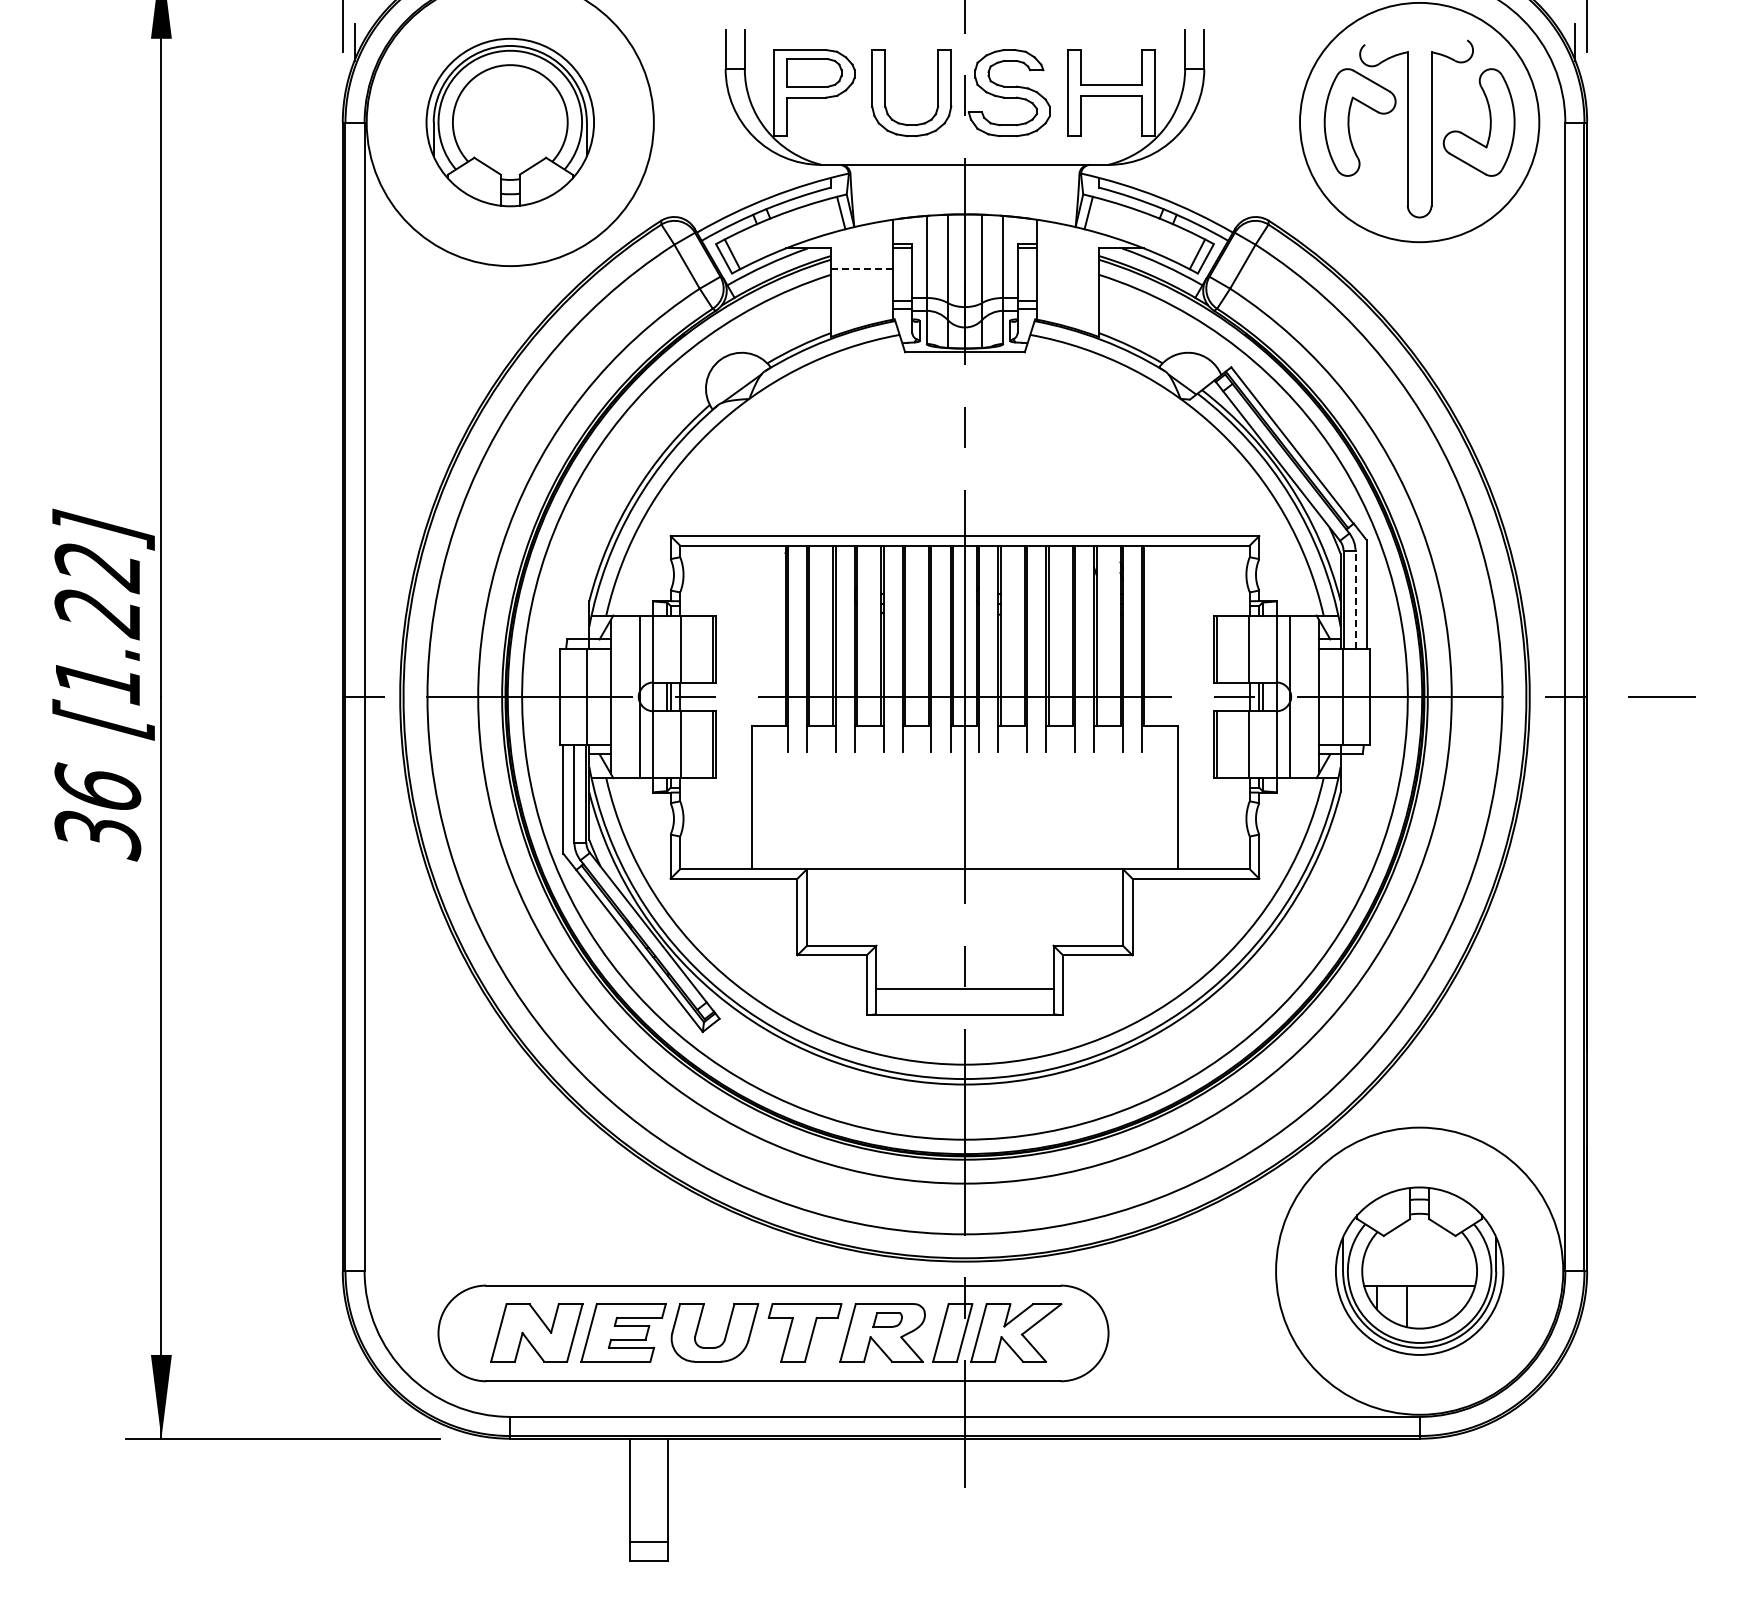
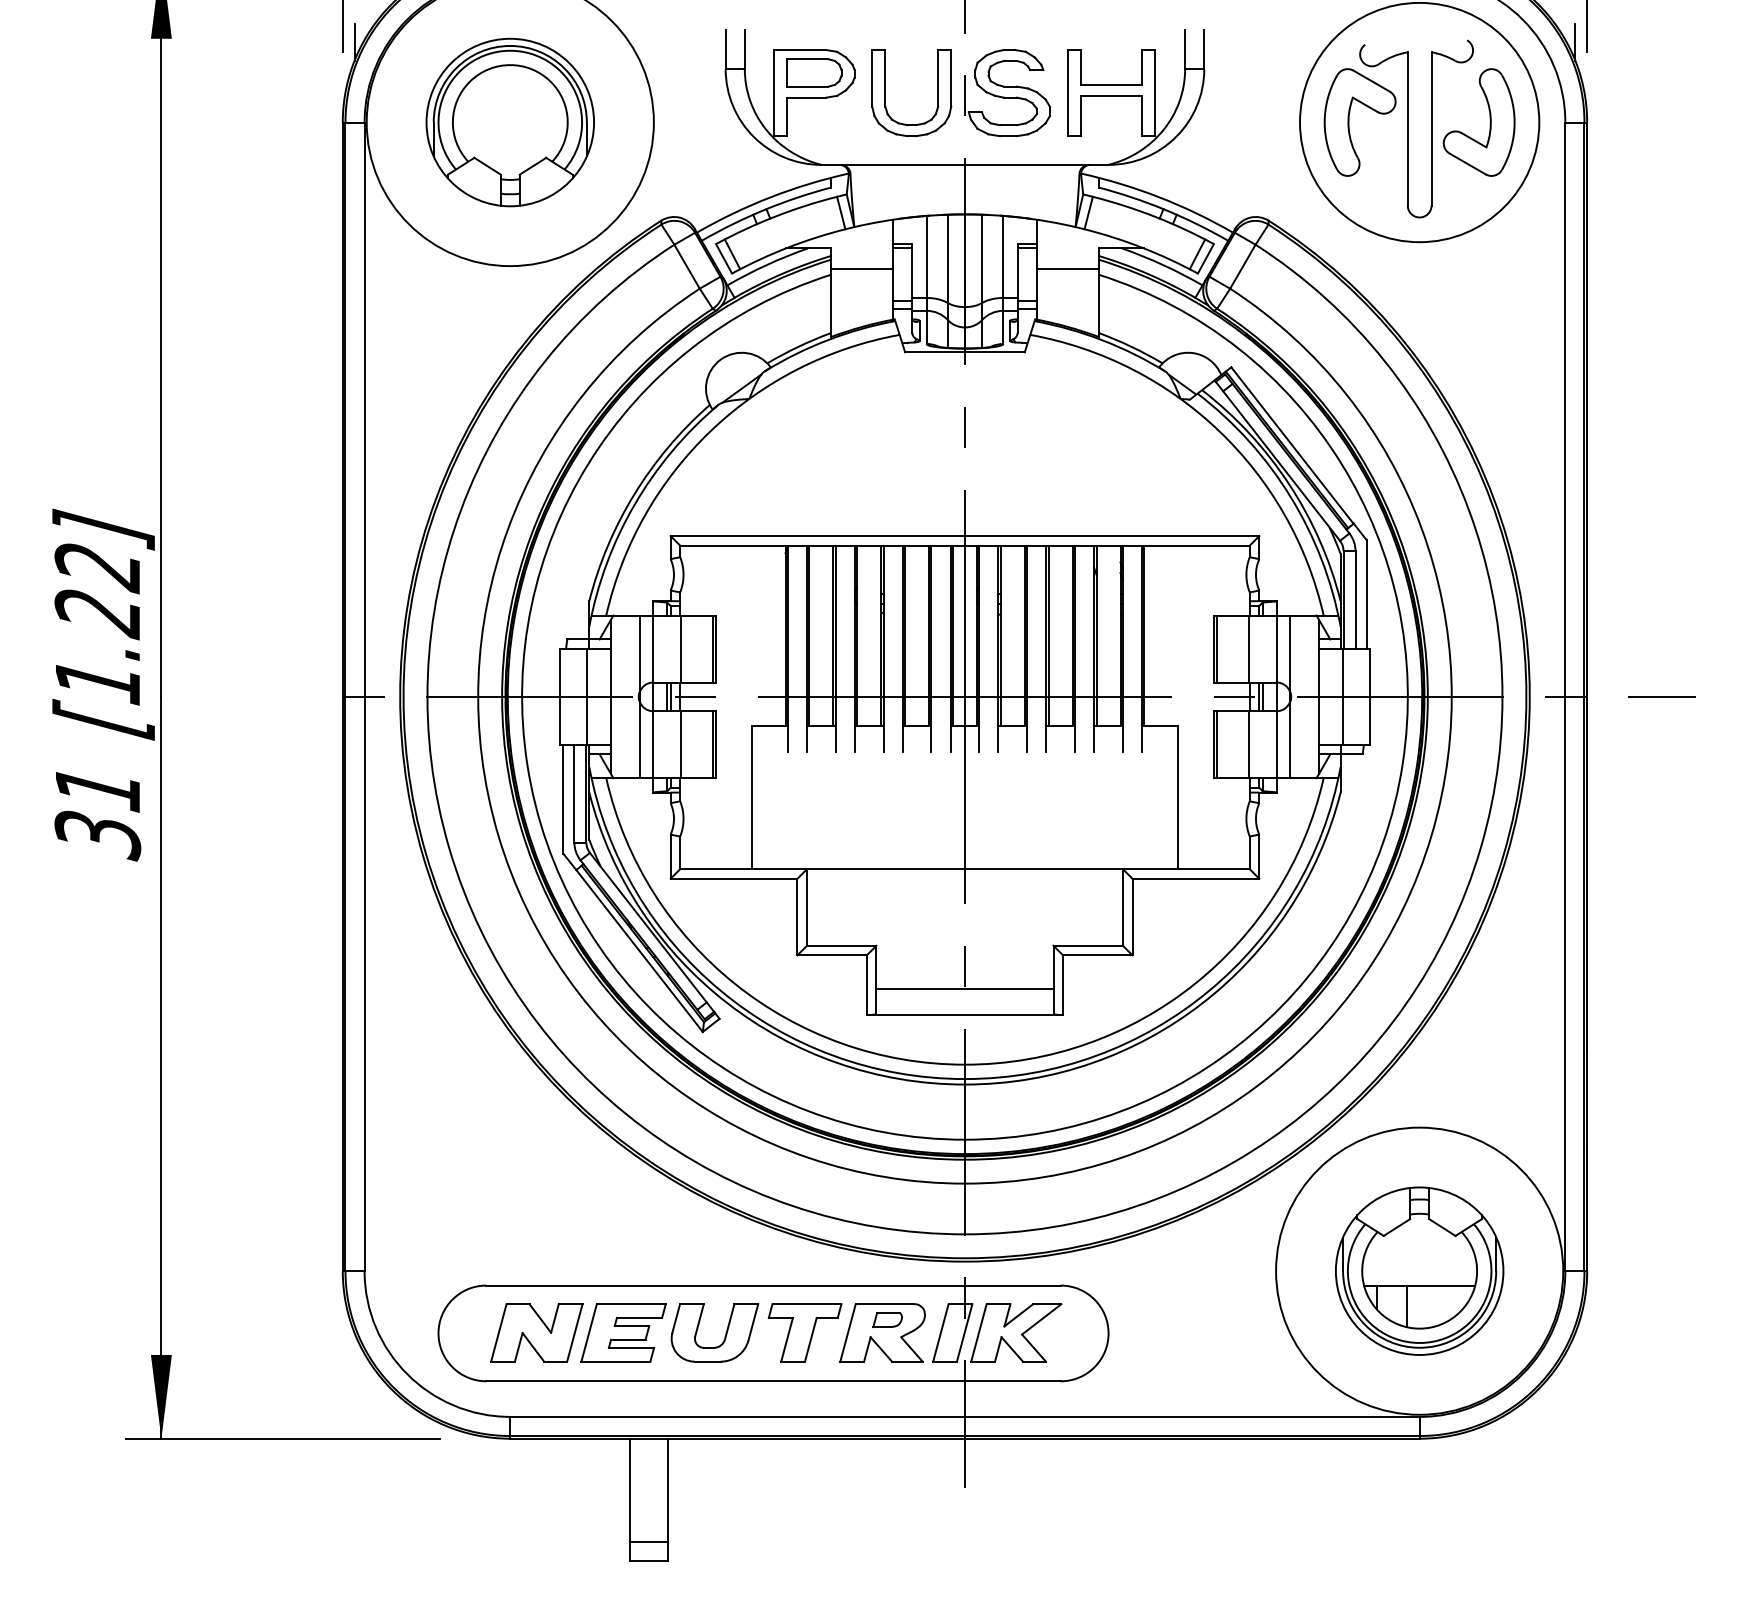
line at (861, 268): dashed -> solid
line at (1067, 268): none -> present
line at (1355, 600): dashed -> solid
text at (97, 787): 36 -> 31
